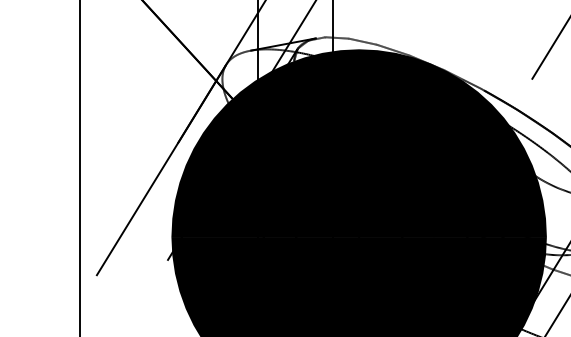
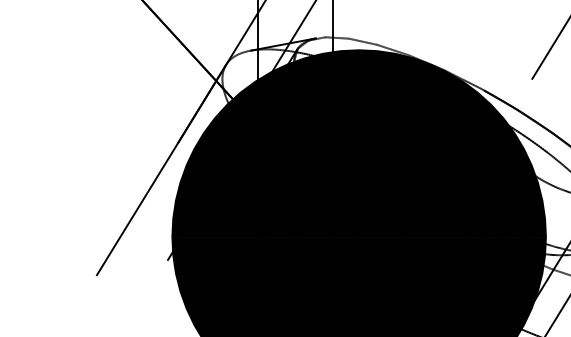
line at (80, 167): present -> none
